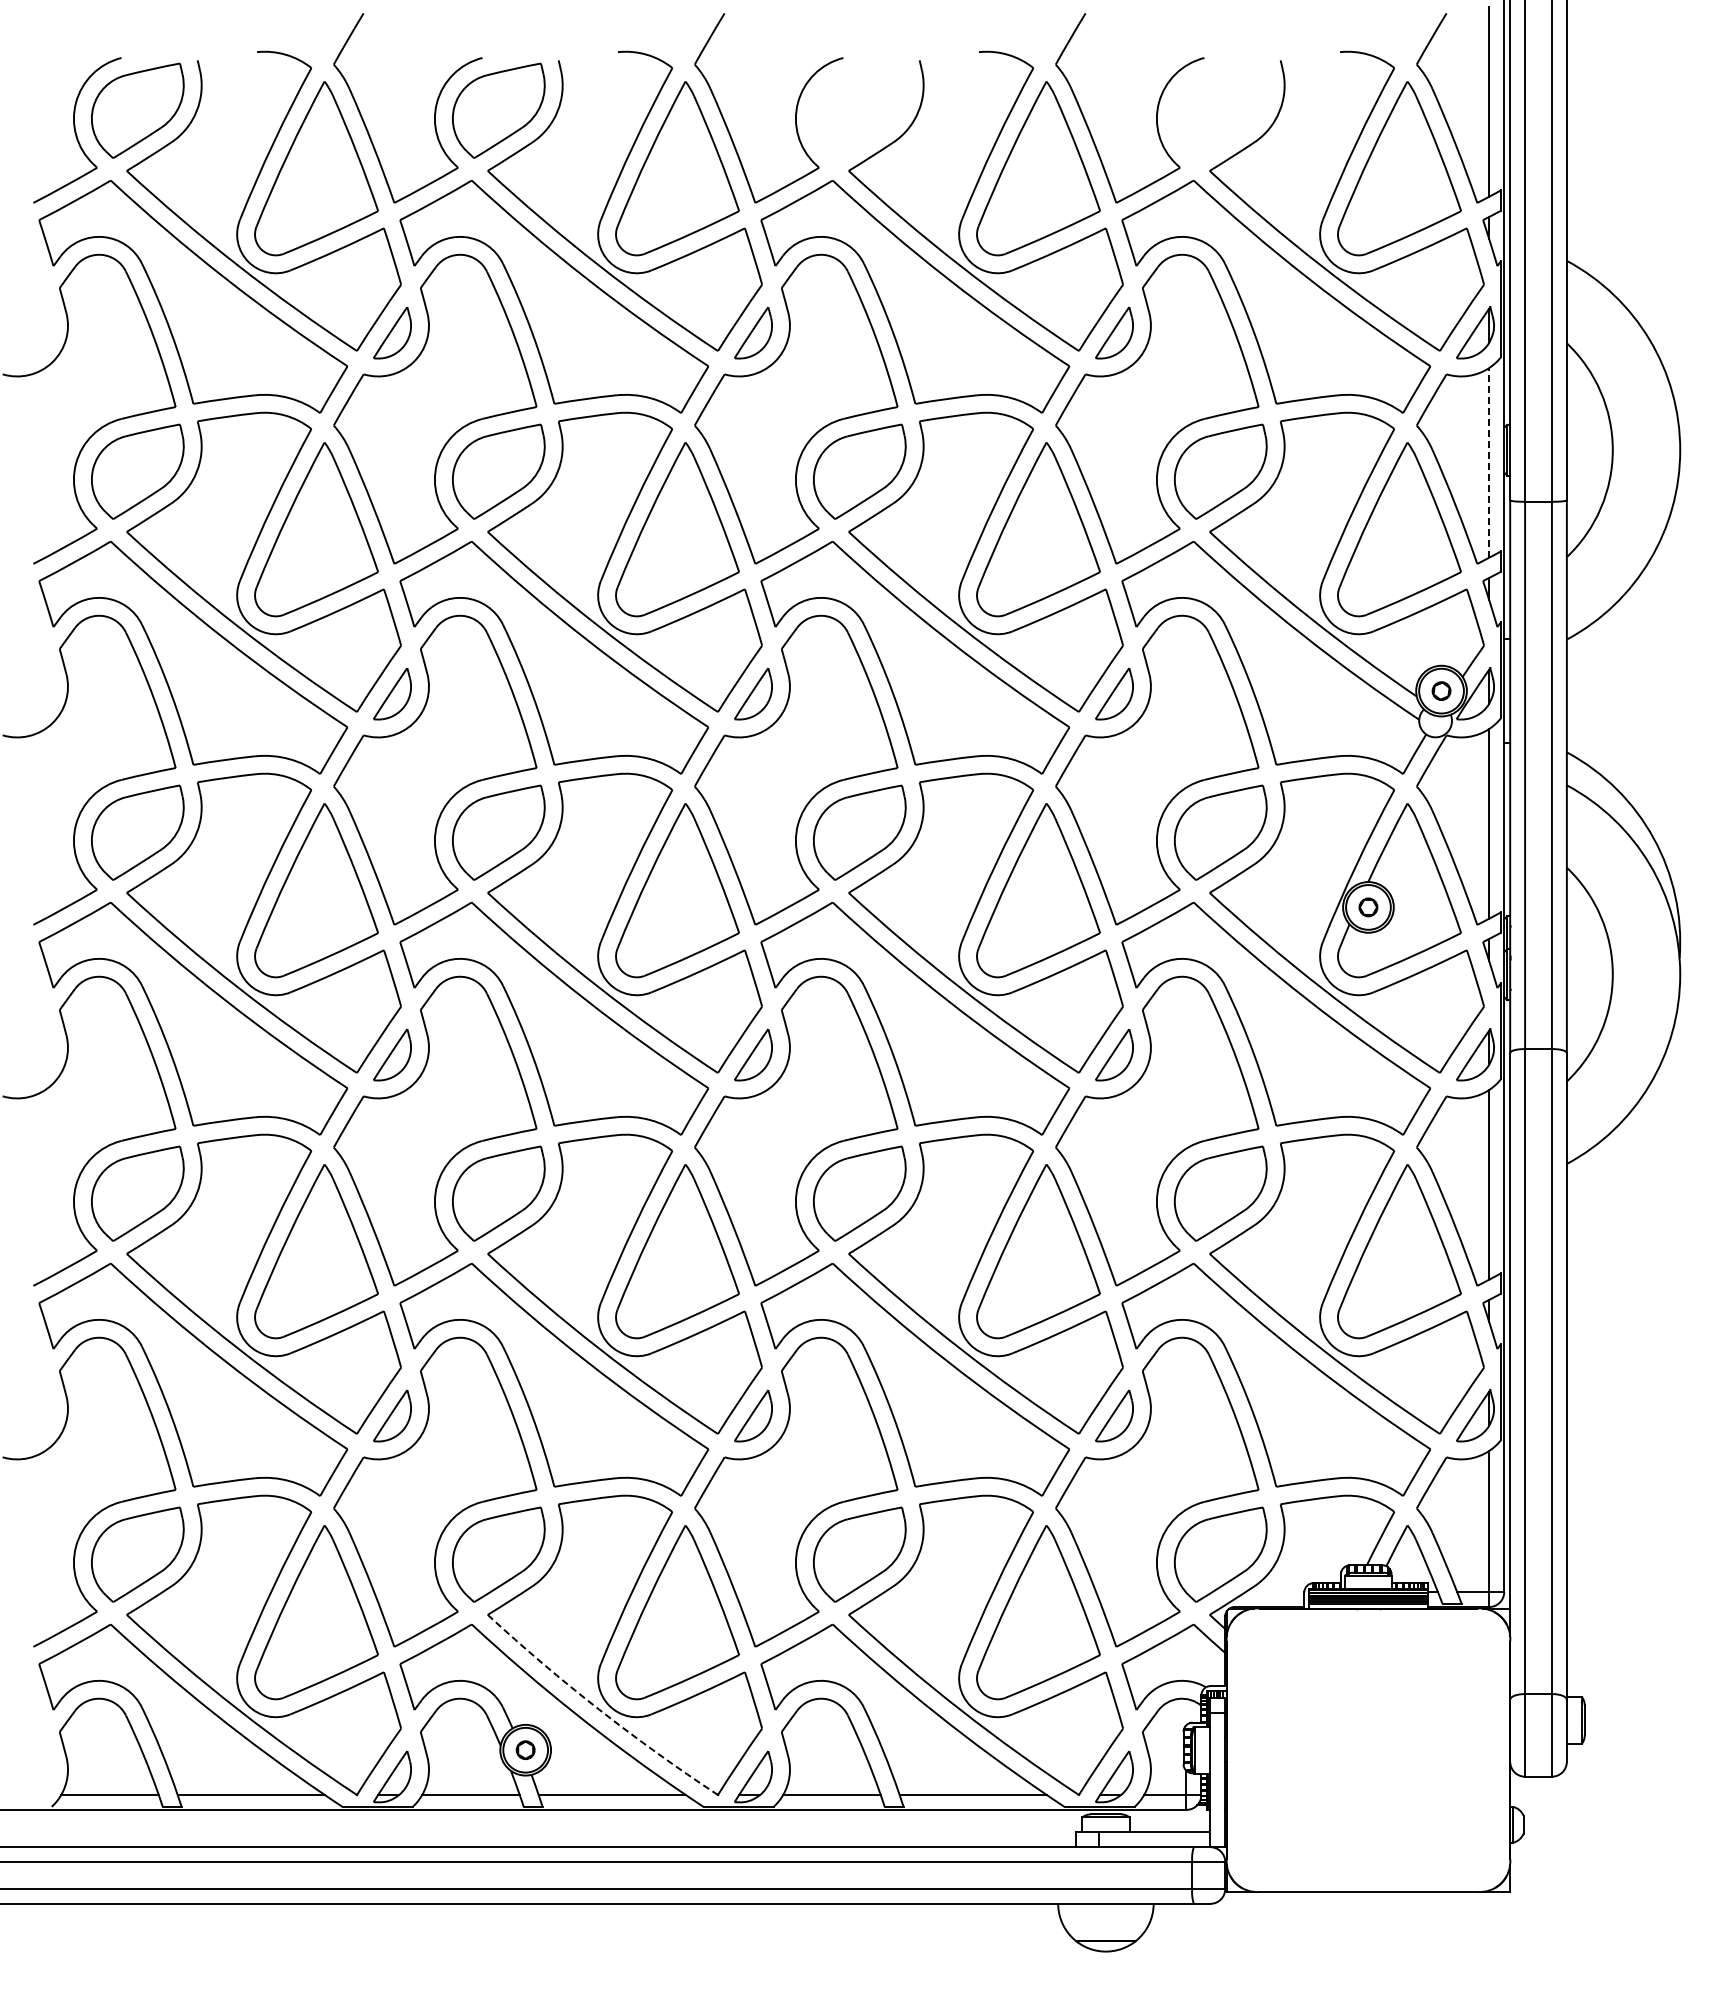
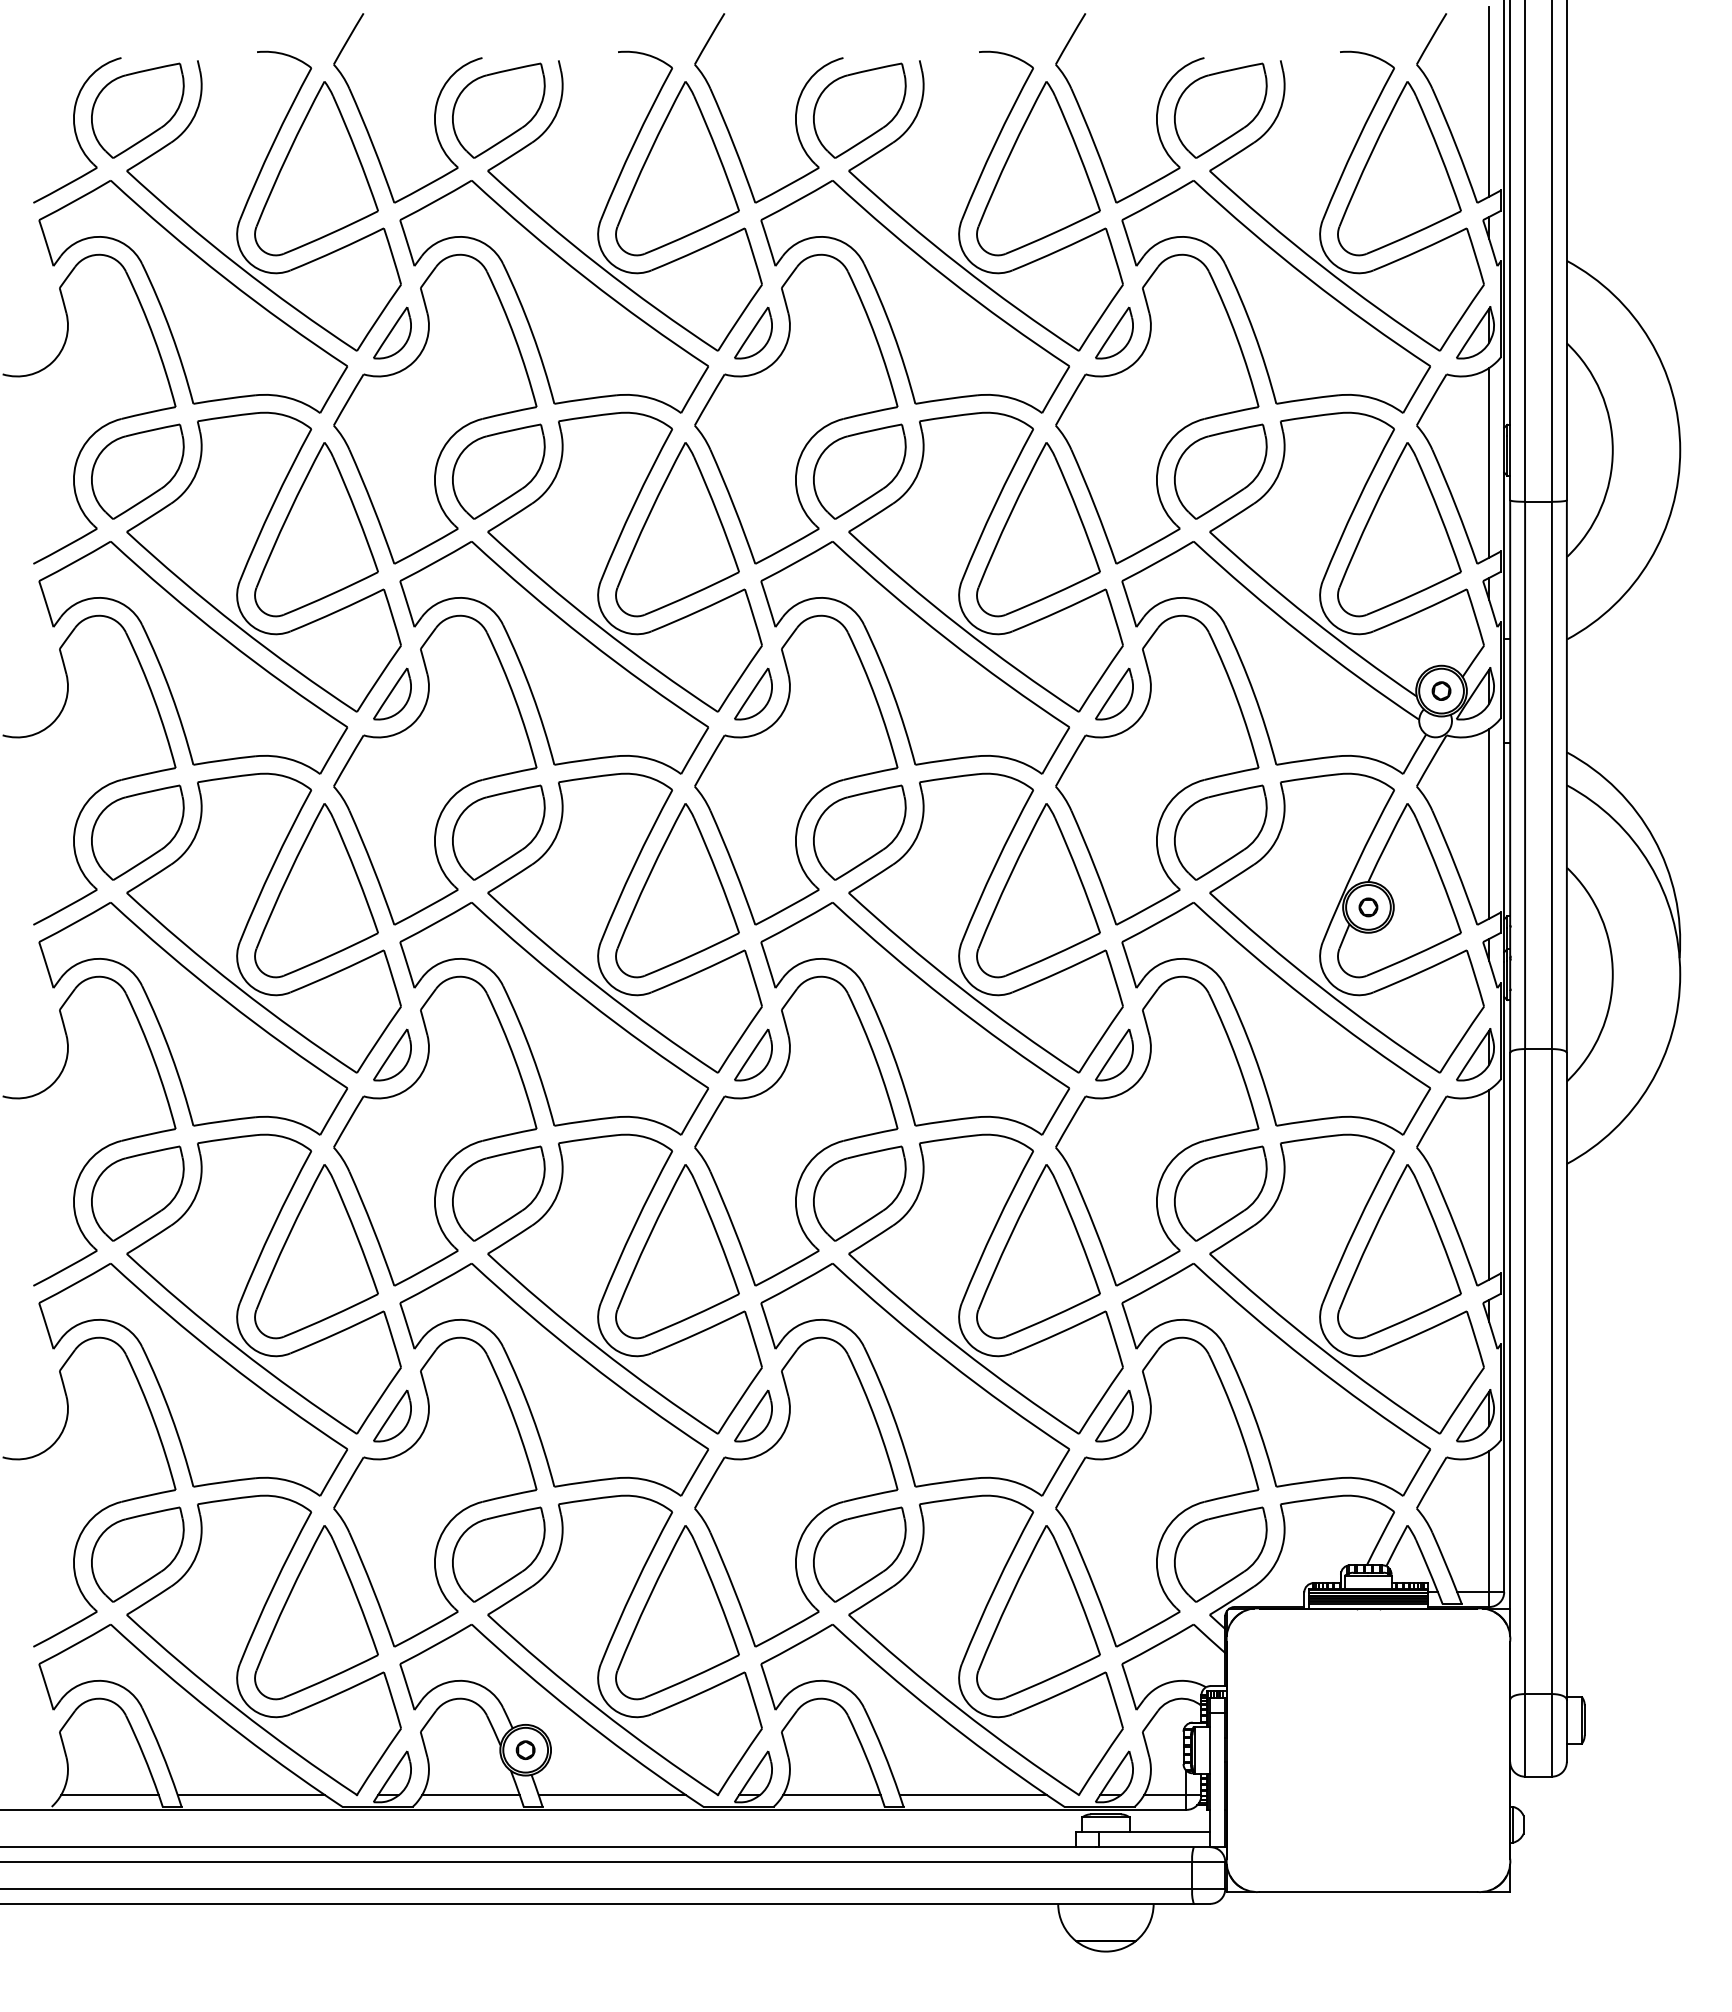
part at (859, 110): none -> present
part at (1220, 110): none -> present
line at (1489, 462): dashed -> solid
arc at (599, 1709): dashed -> solid
